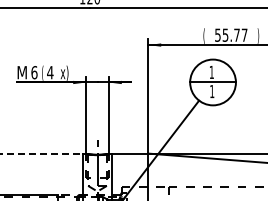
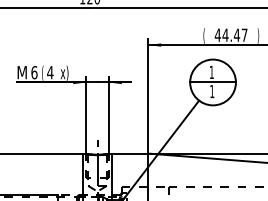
text at (227, 34): 55.77 -> 44.47
line at (41, 153): dashed -> solid
